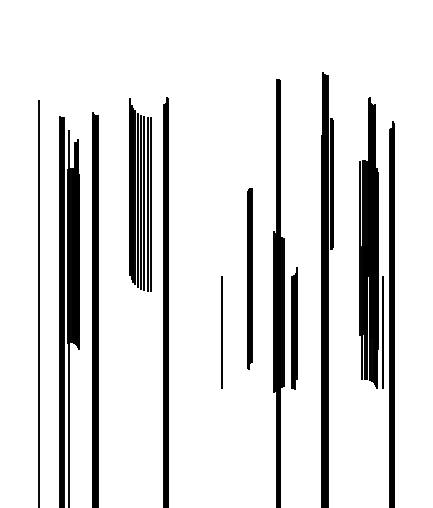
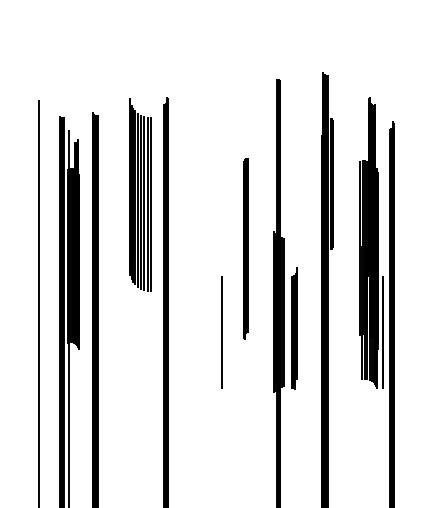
part at (249, 278) position: (249, 278) -> (245, 248)
